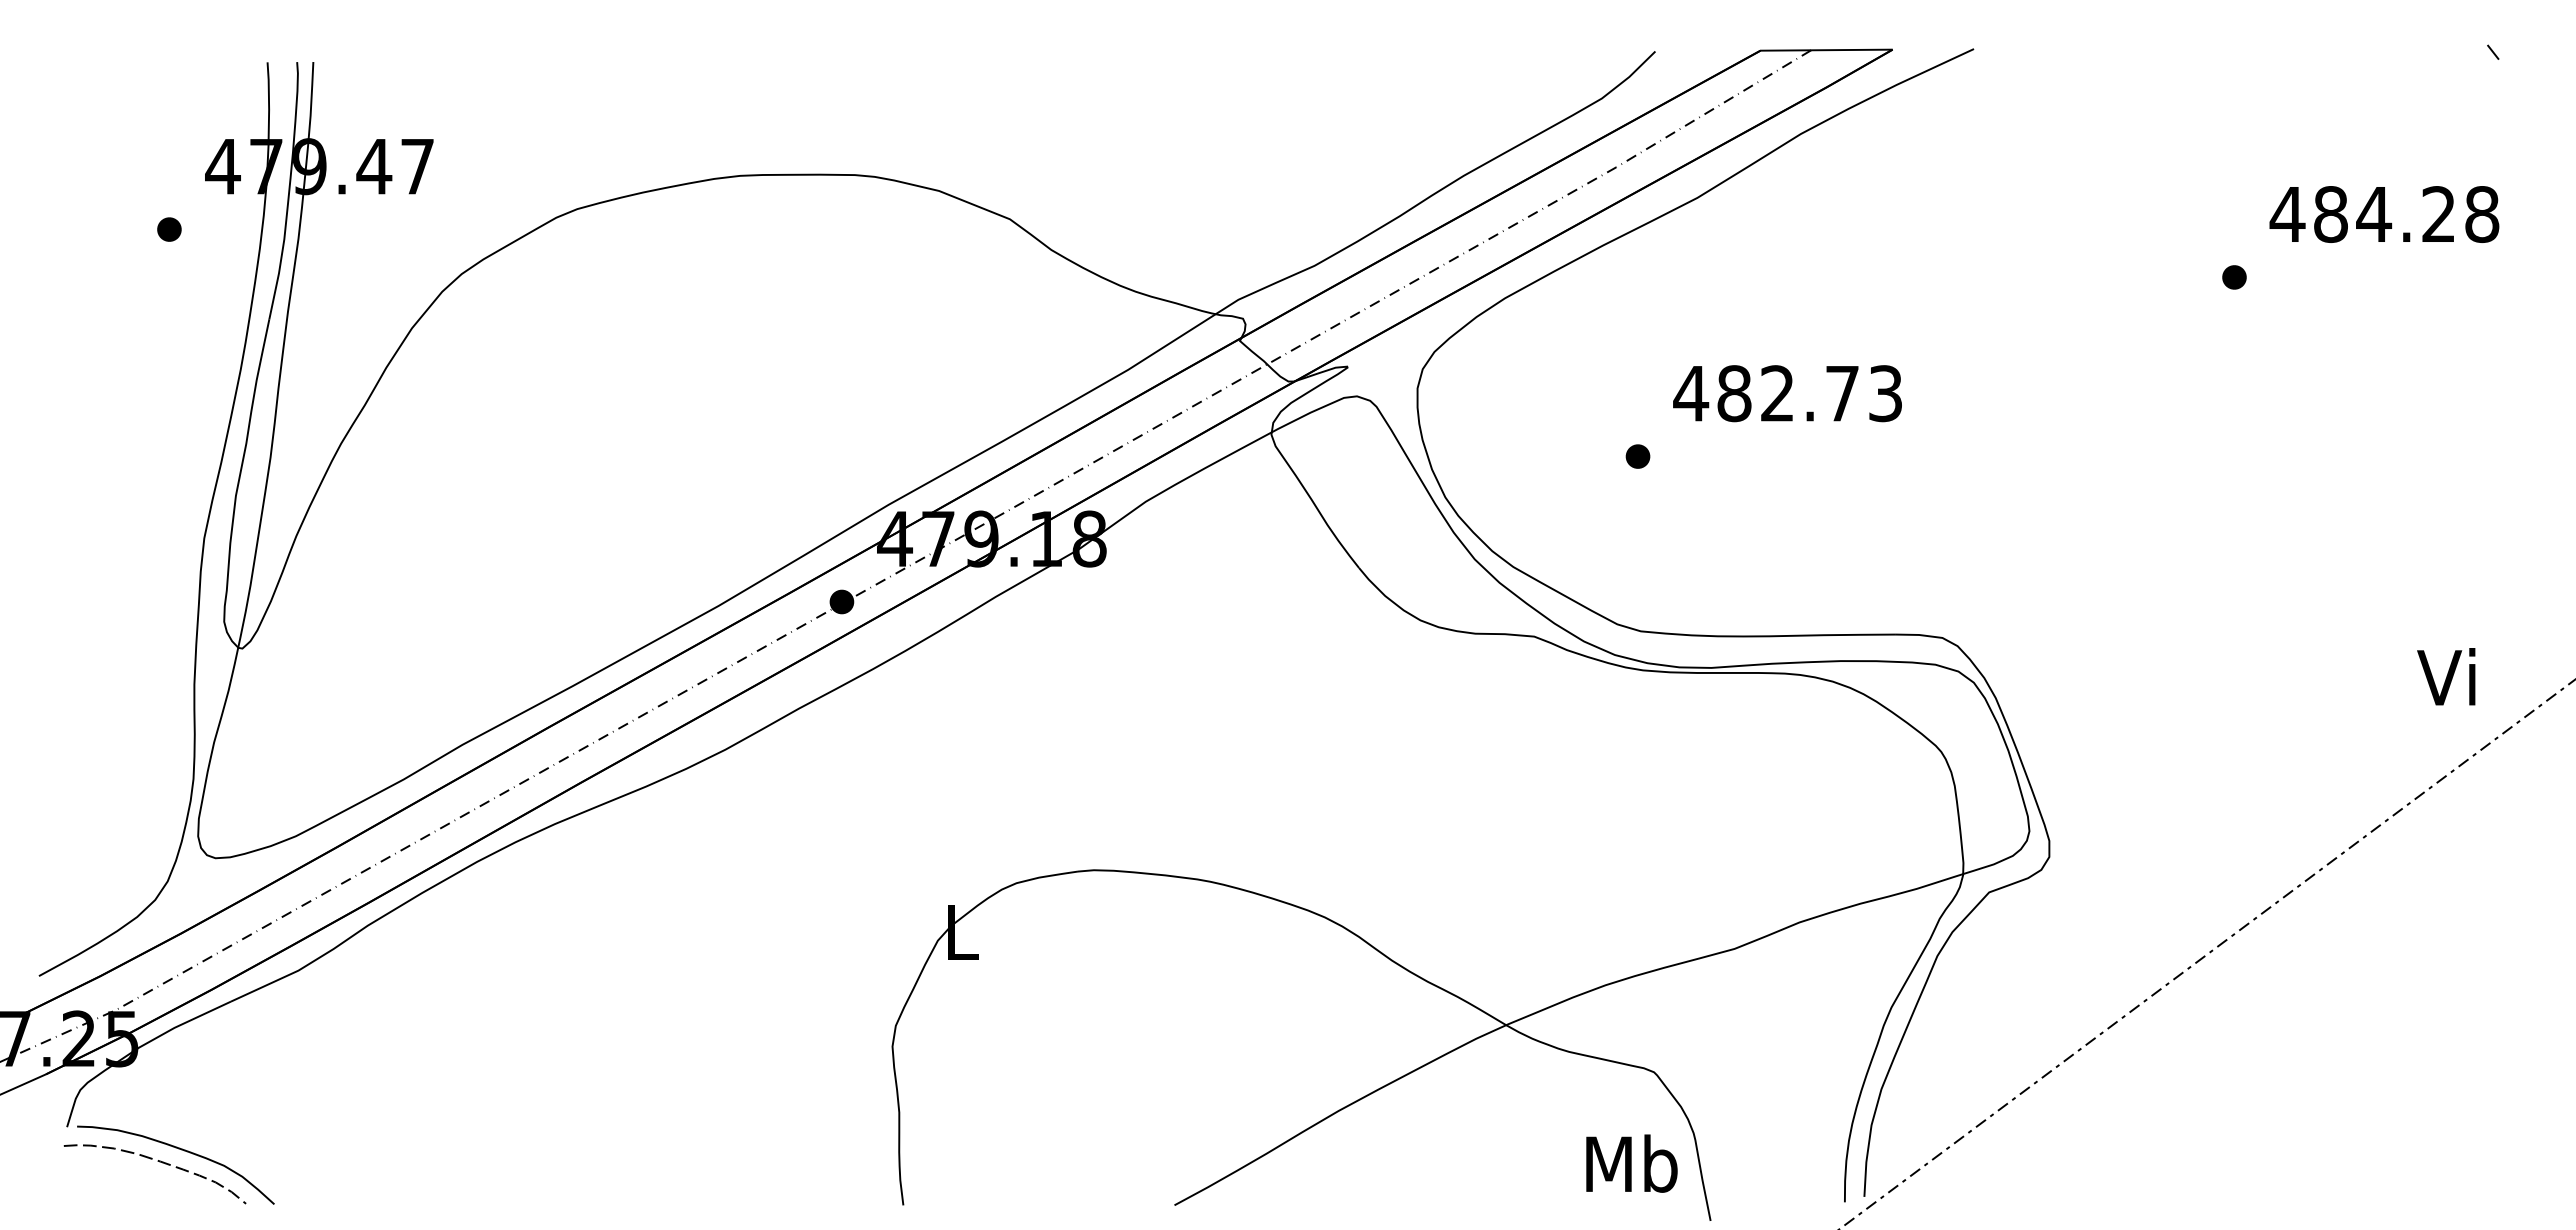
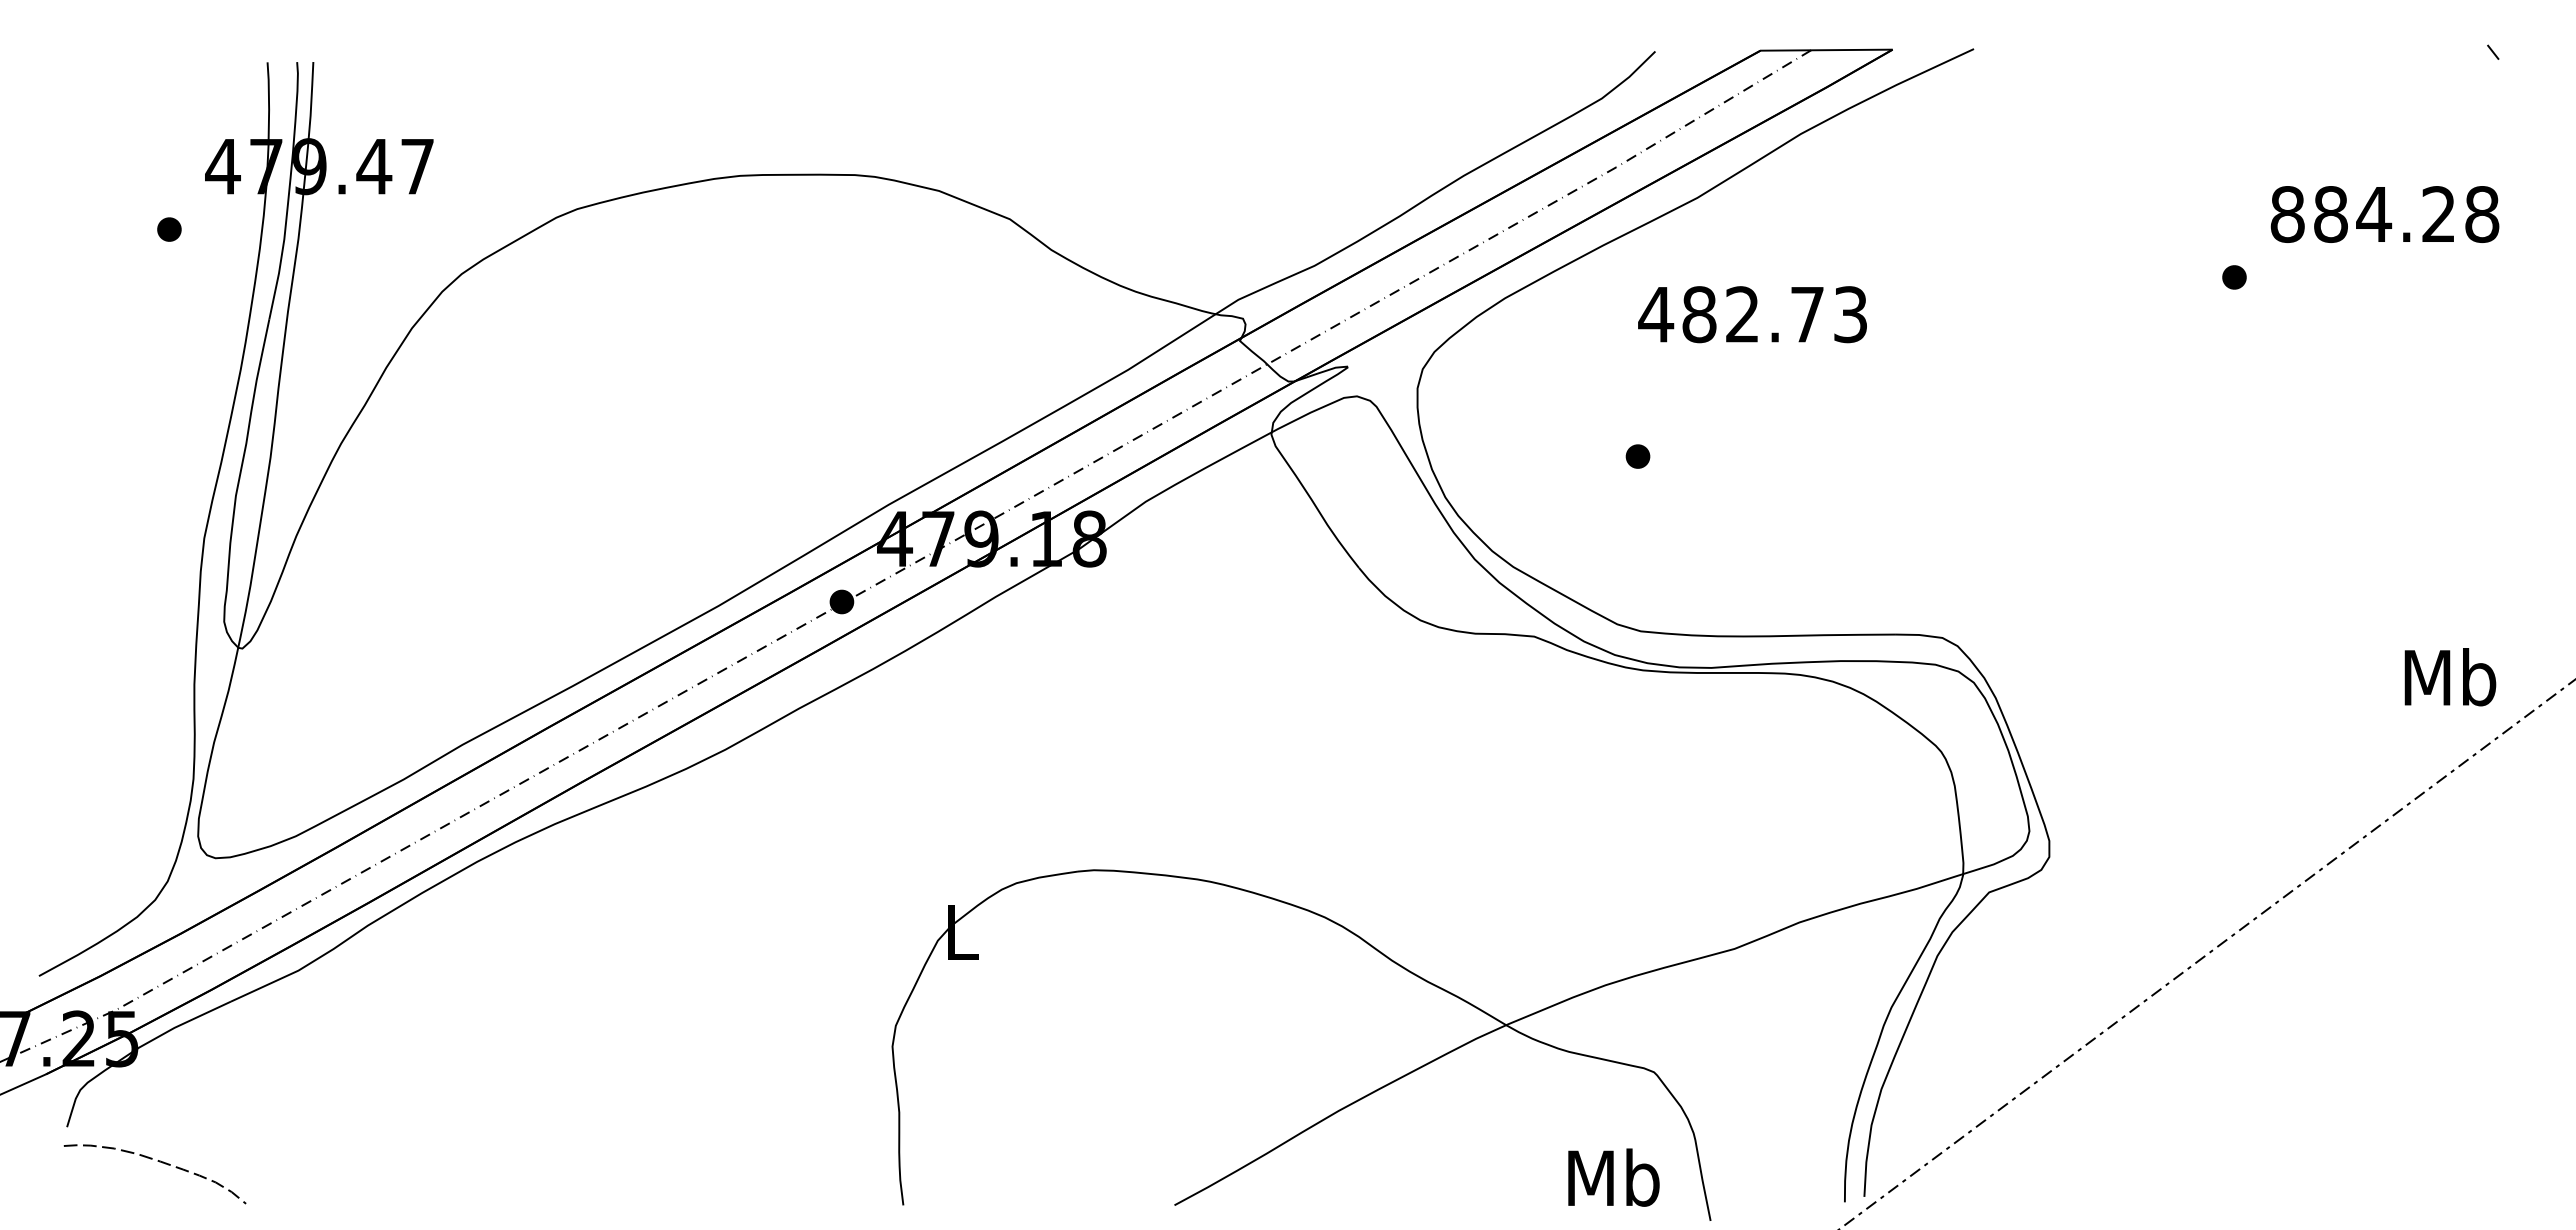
text at (2287, 214): 484.28 -> 884.28
text at (1787, 393) position: (1787, 393) -> (1752, 314)
text at (2450, 677): Vi -> Mb
curve at (181, 1150): present -> none
text at (1631, 1163) position: (1631, 1163) -> (1613, 1177)
